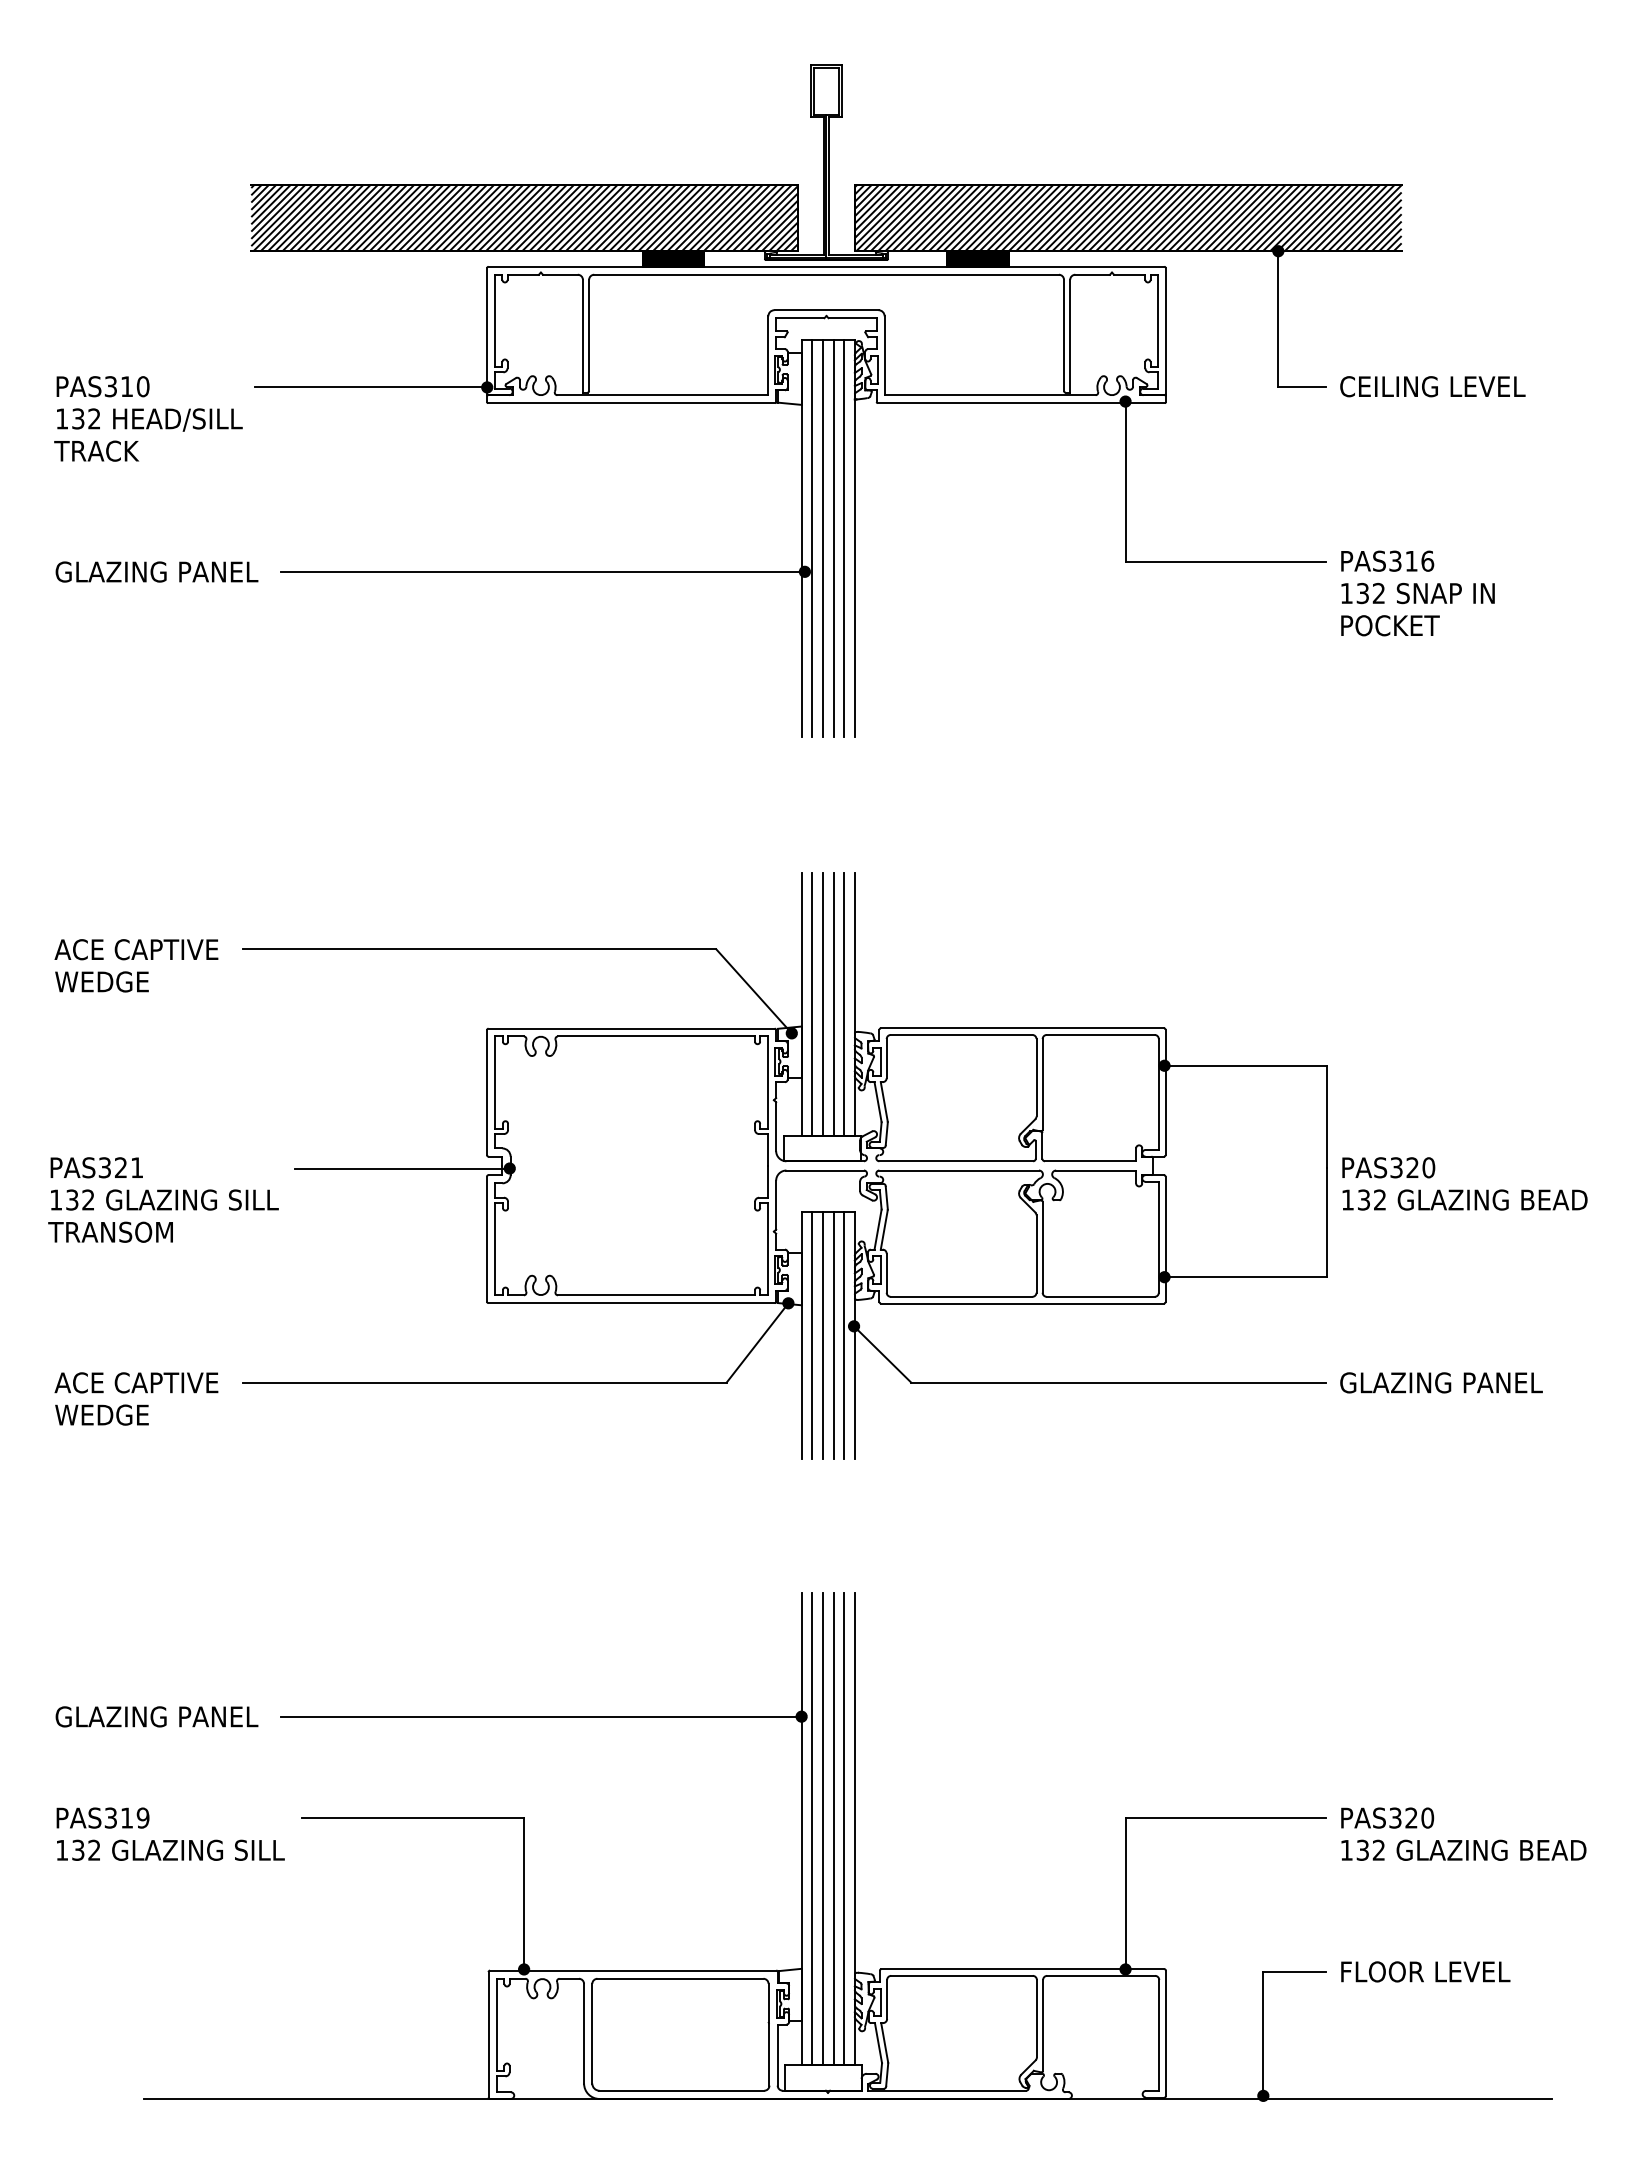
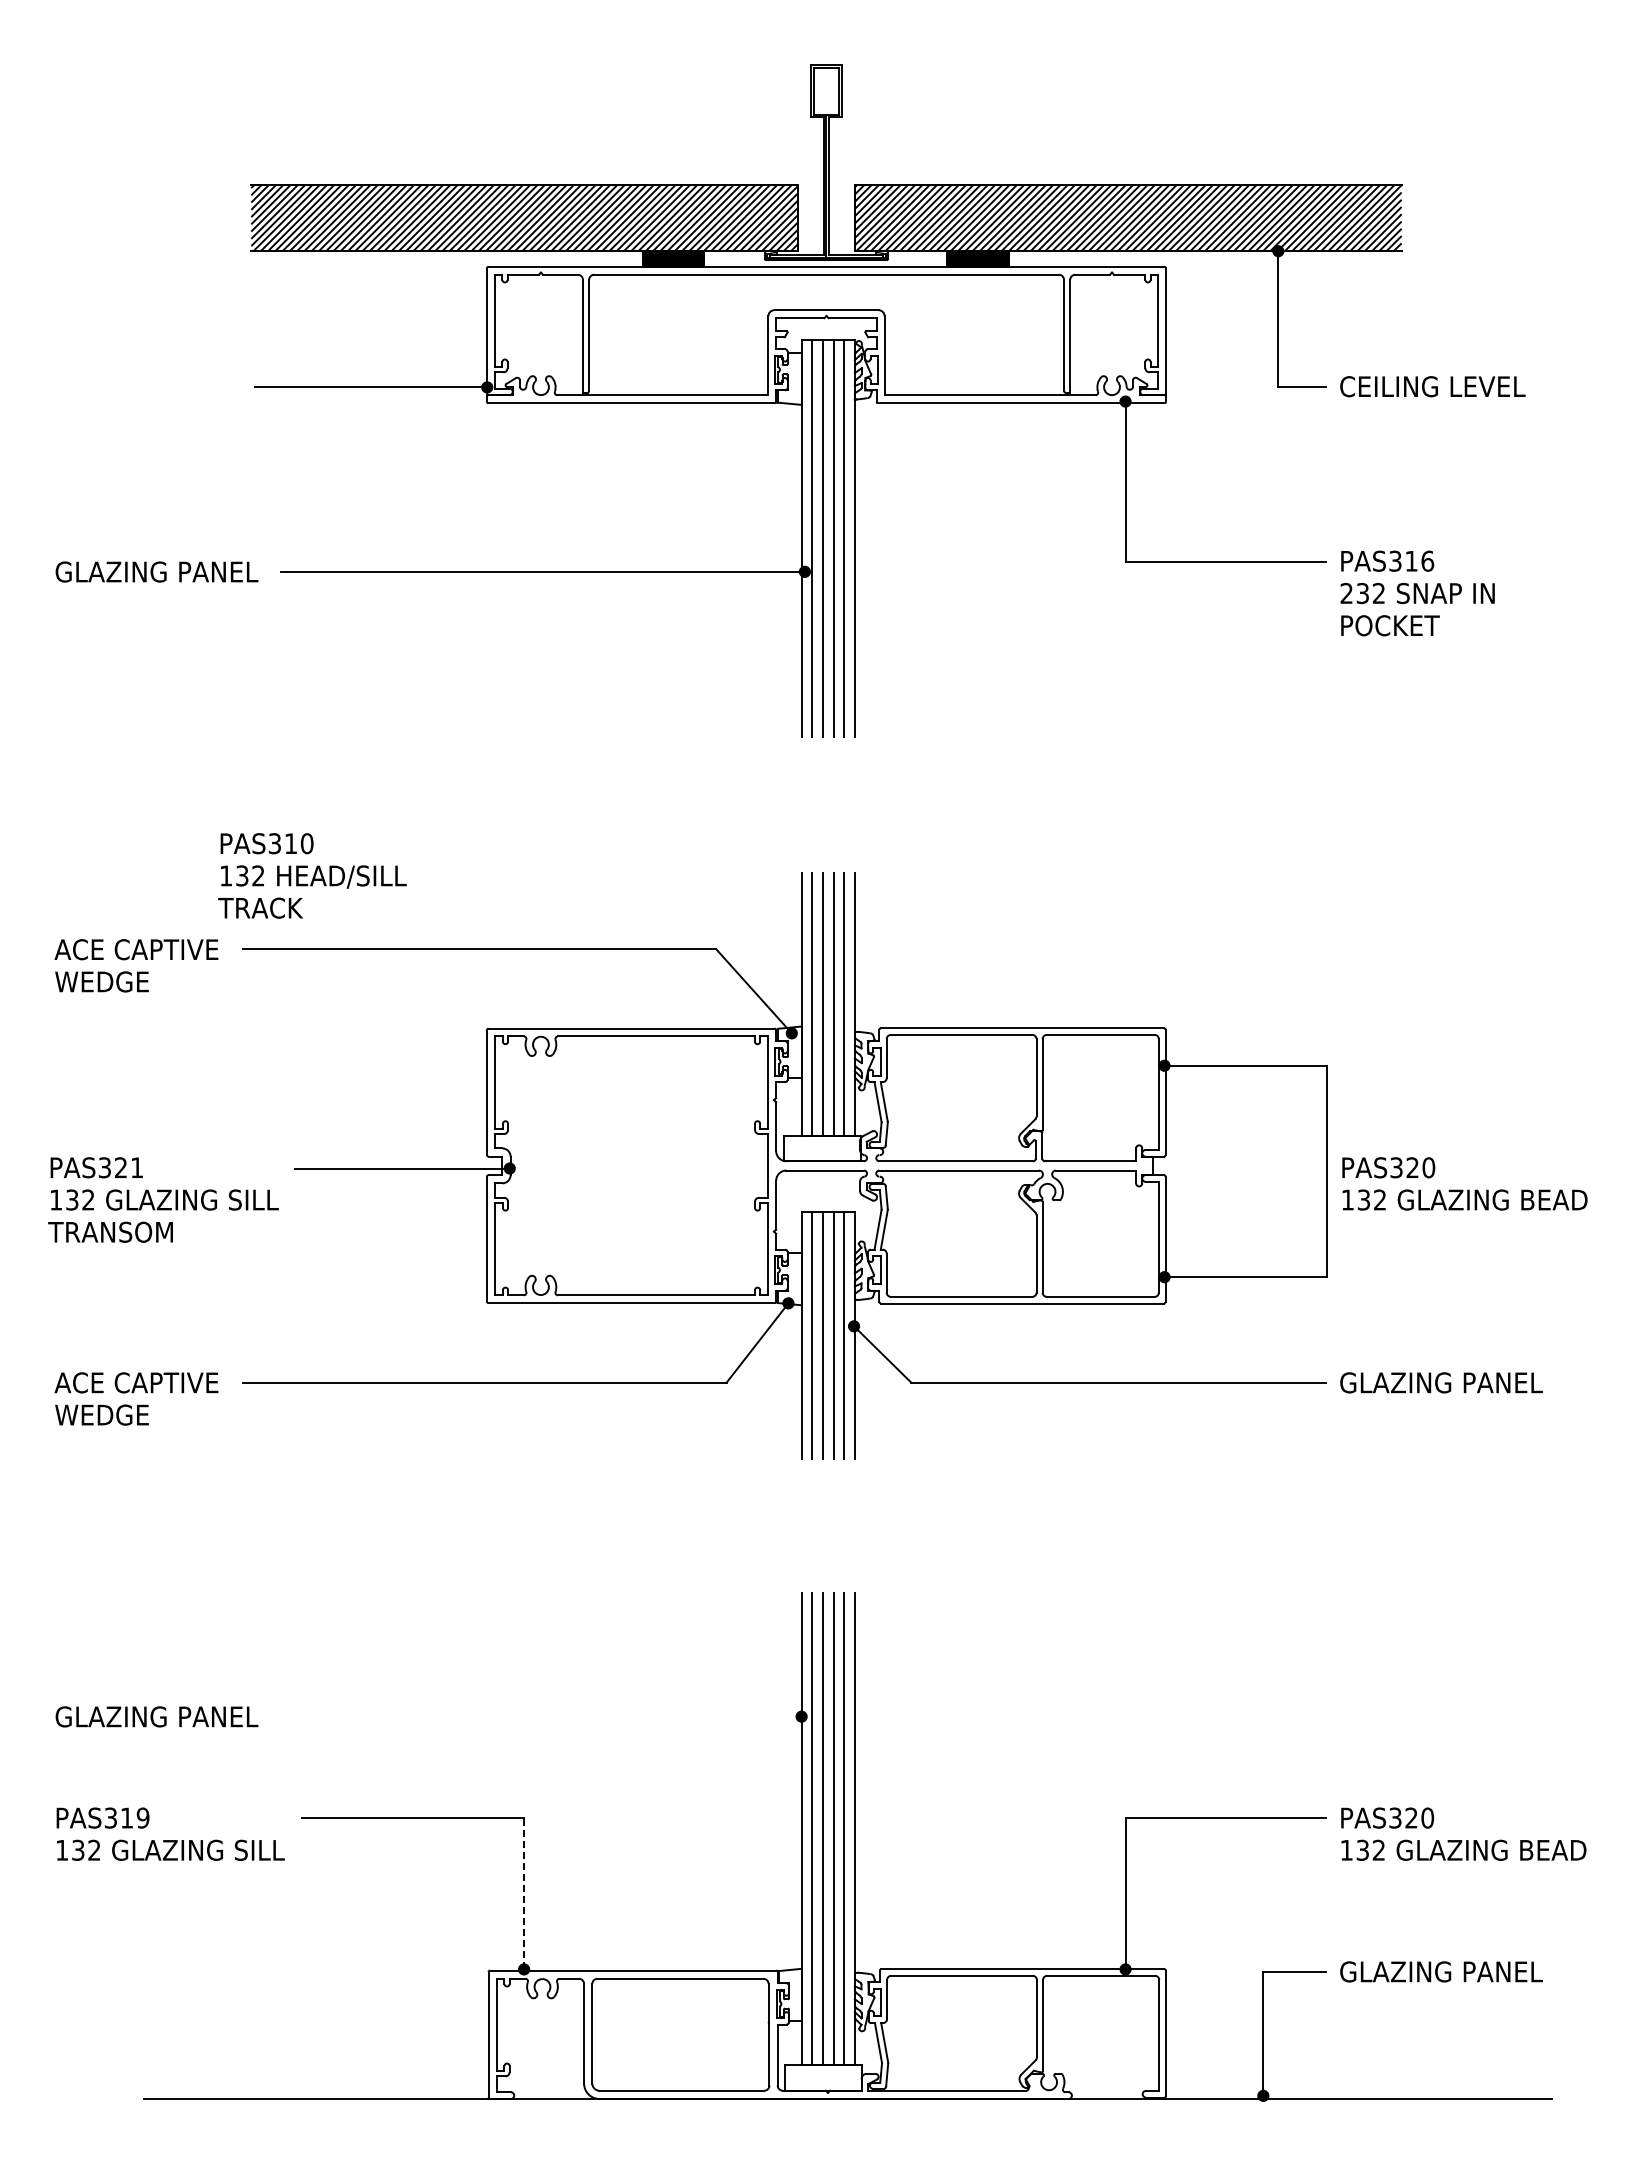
text at (148, 418) position: (148, 418) -> (312, 875)
text at (1346, 592): 132 -> 232
line at (541, 1716): present -> none
line at (524, 1893): solid -> dashed
text at (1441, 1971): FLOOR LEVEL -> GLAZING PANEL
